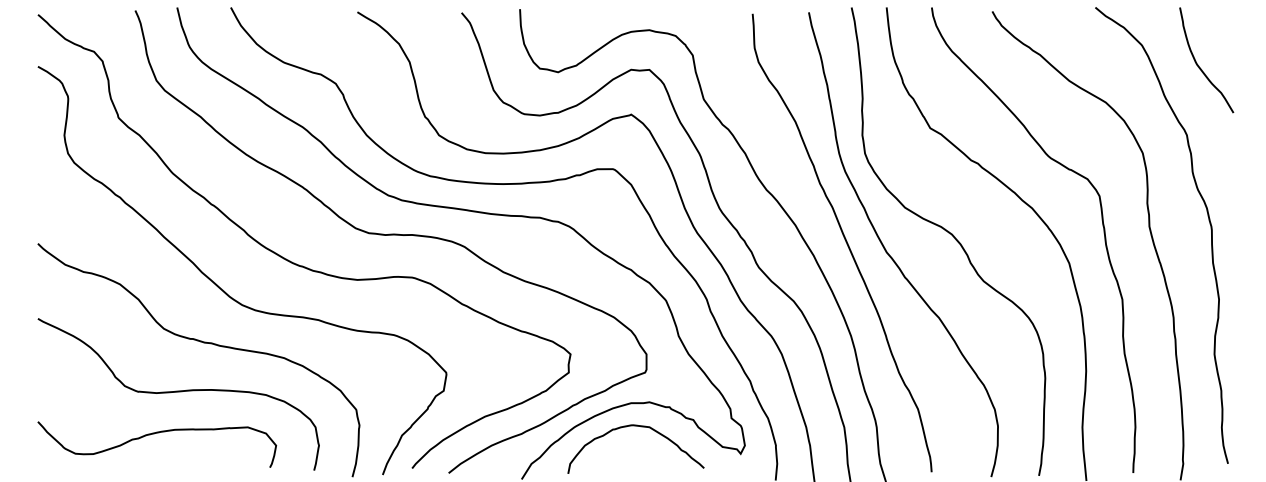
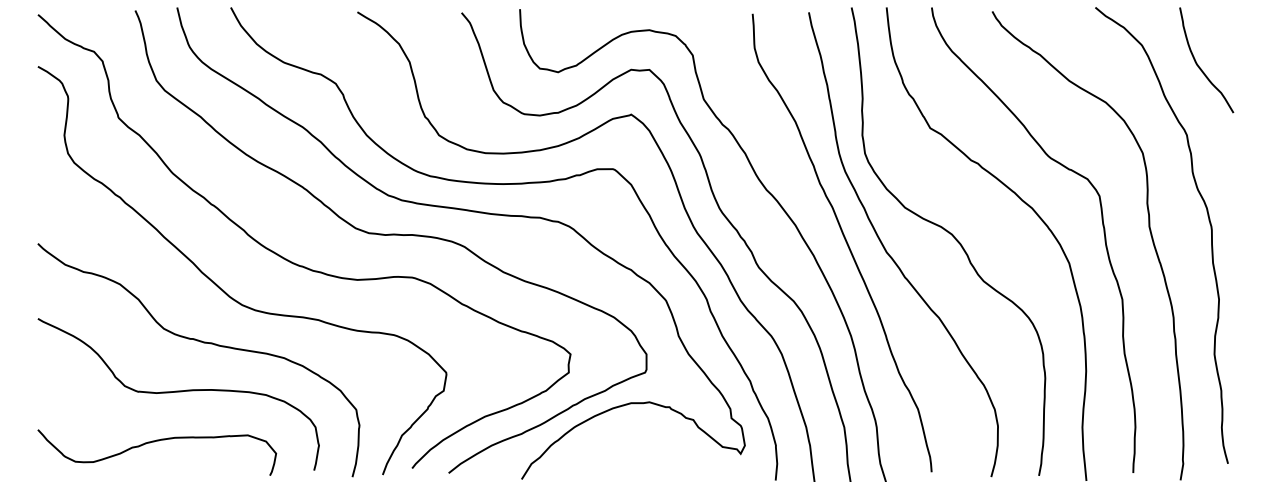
curve at (641, 427): present -> none
curve at (154, 434) position: (154, 434) -> (154, 442)
